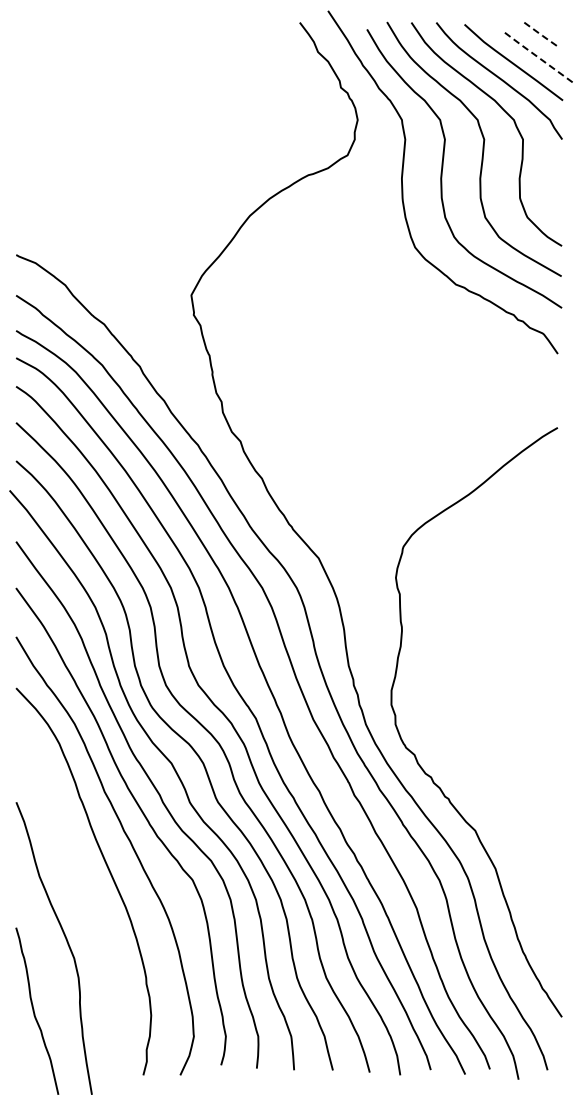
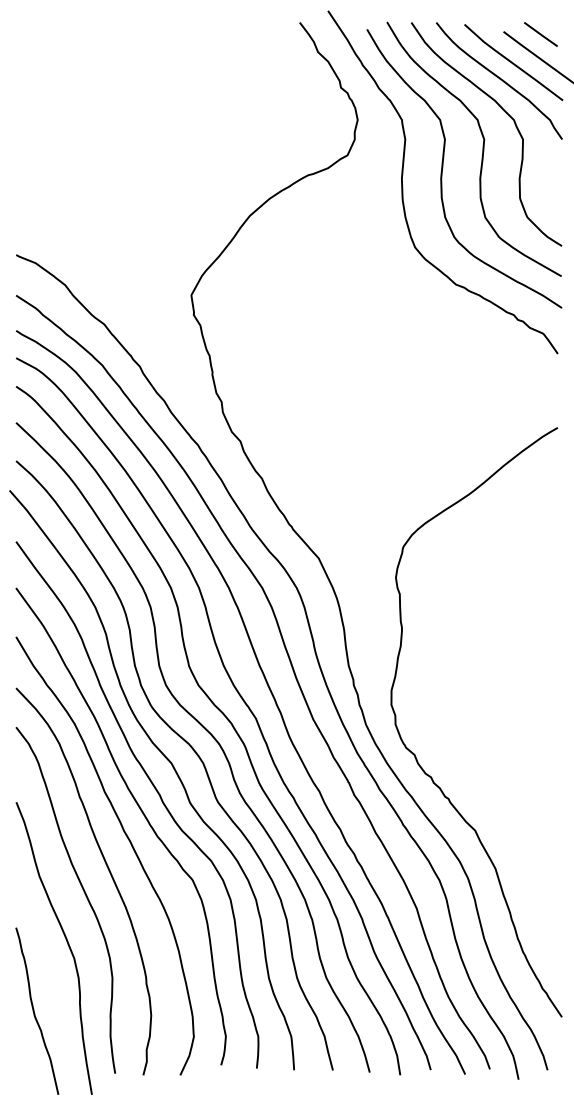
line at (541, 35): dashed -> solid
line at (537, 56): dashed -> solid
curve at (83, 892): none -> present
